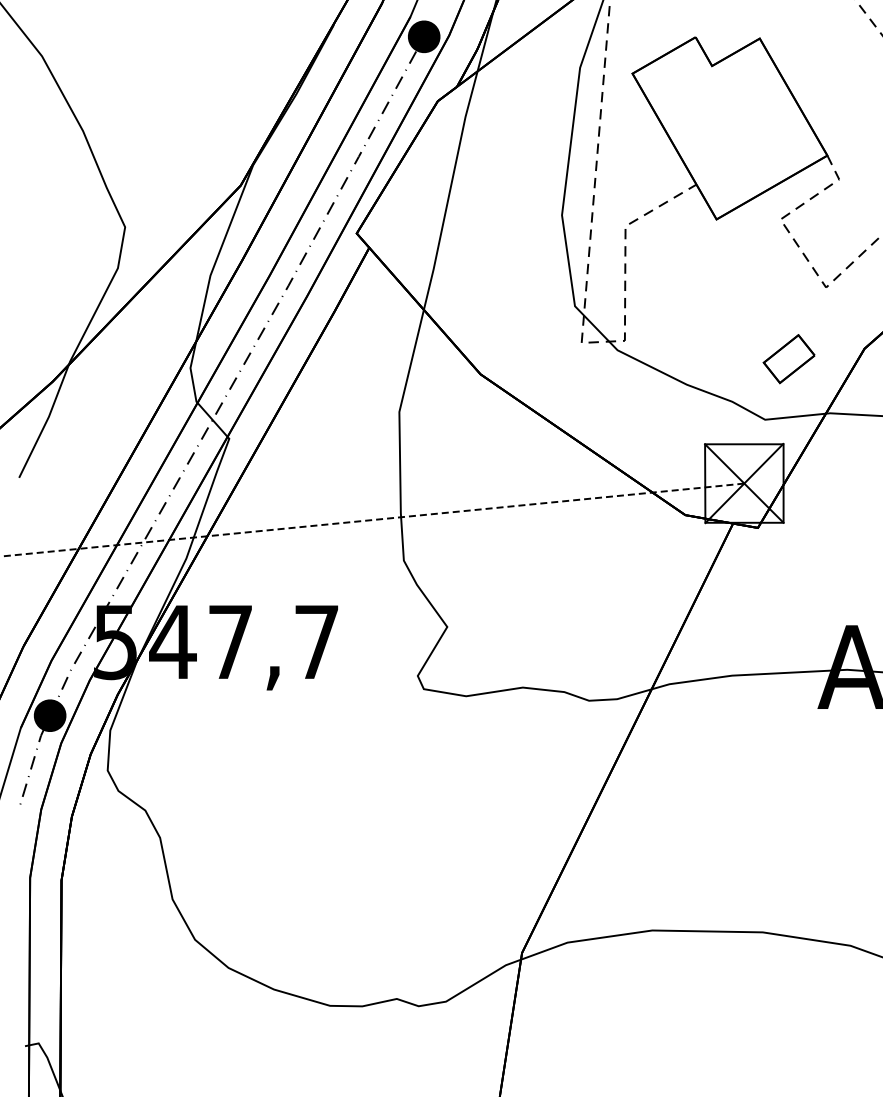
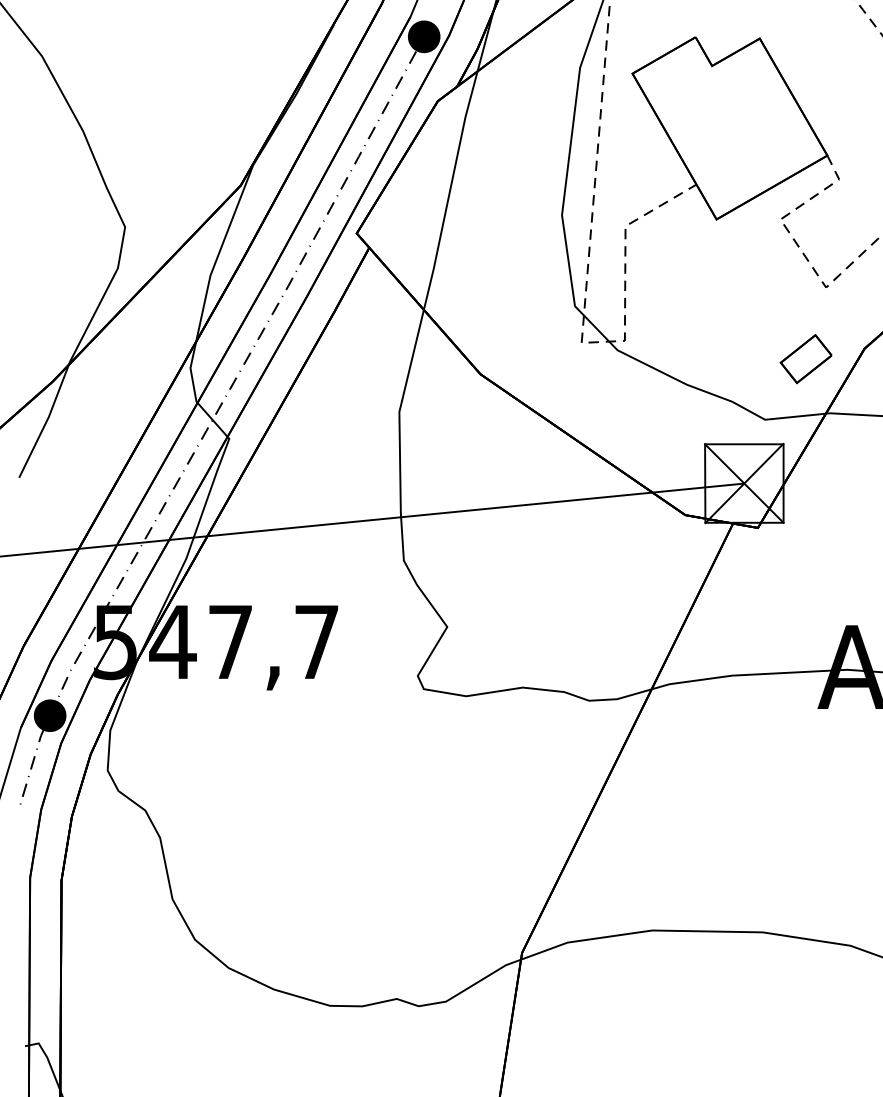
part at (788, 359) position: (788, 359) -> (805, 359)
line at (372, 520): dashed -> solid
